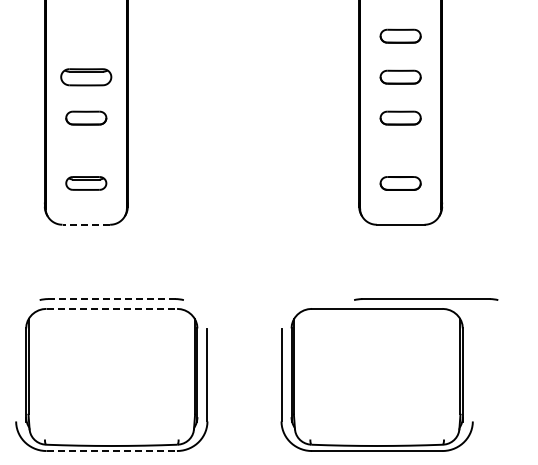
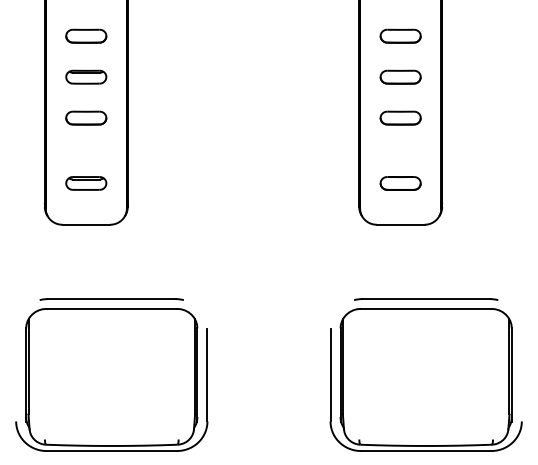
part at (86, 35): none -> present
part at (86, 77) size: 53x19 px -> 43x16 px
line at (86, 224): dashed -> solid
line at (111, 299): dashed -> solid
line at (112, 308): dashed -> solid
part at (376, 379) position: (376, 379) -> (425, 379)
line at (112, 451): dashed -> solid
